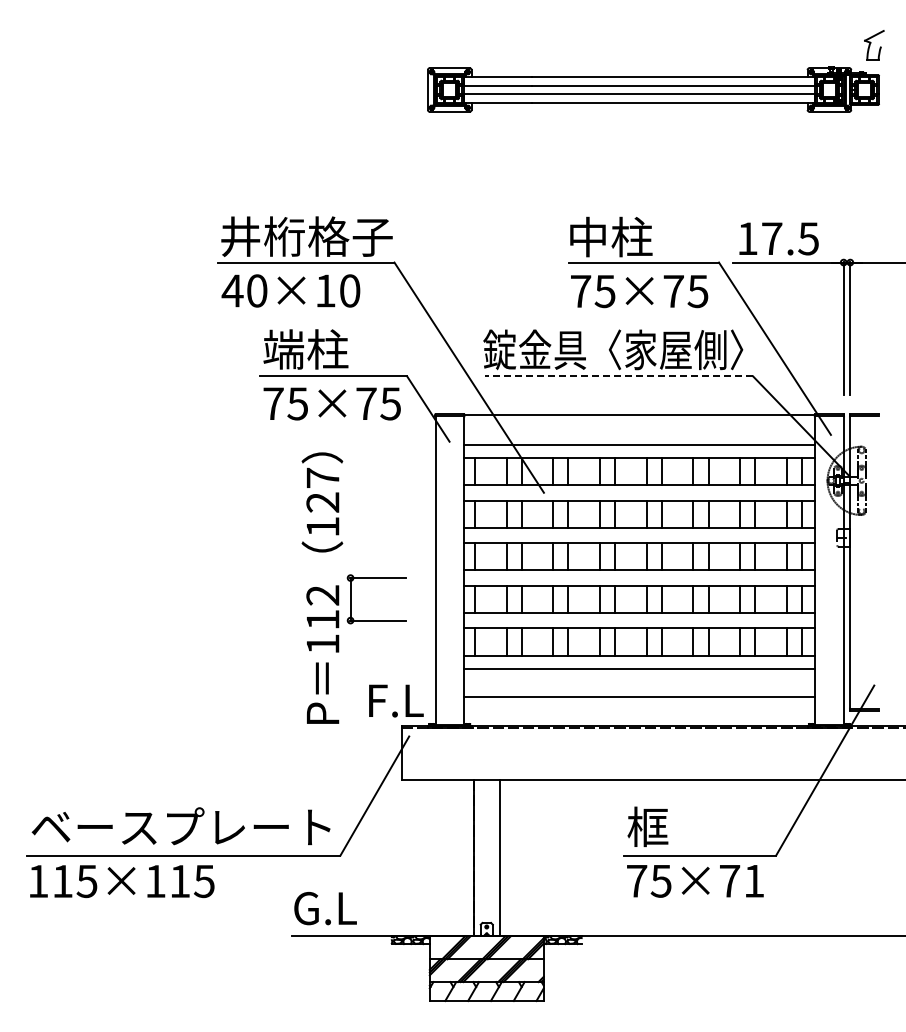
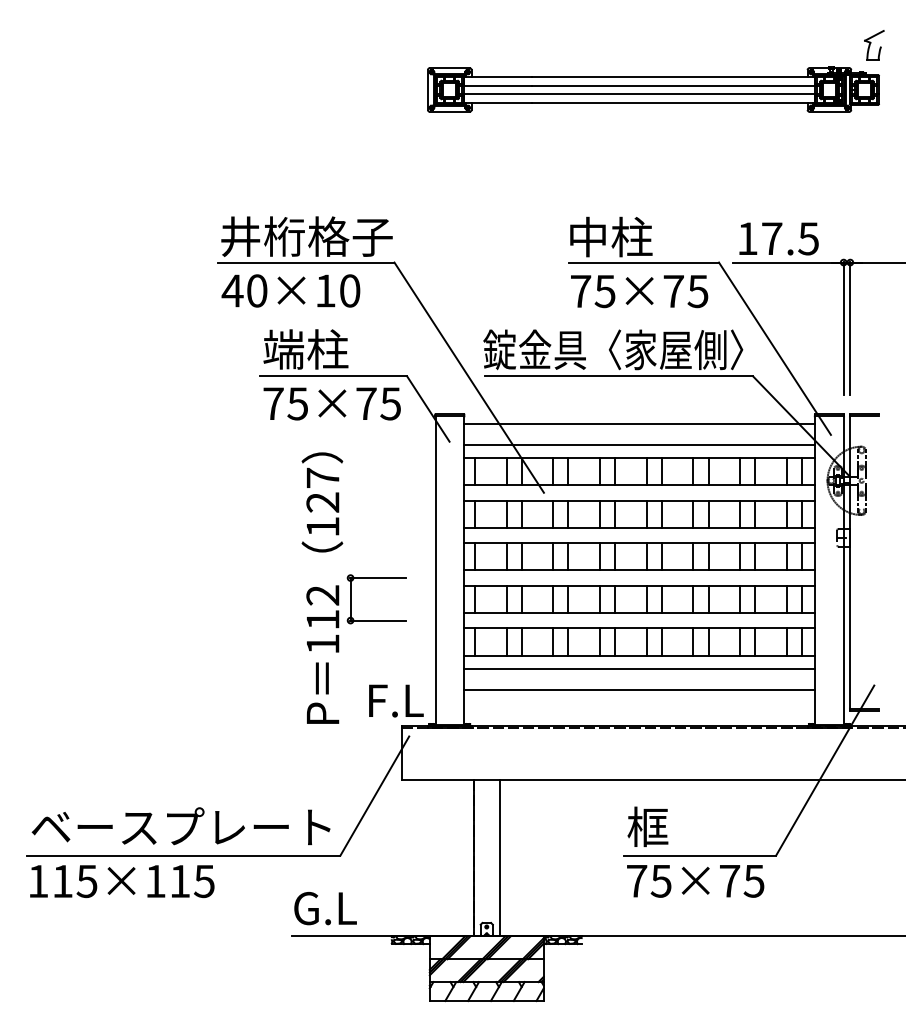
line at (618, 376): dashed -> solid
line at (639, 414) position: (639, 414) -> (639, 423)
line at (639, 696) position: (639, 696) -> (639, 689)
text at (753, 881): 75×71 -> 75×75
